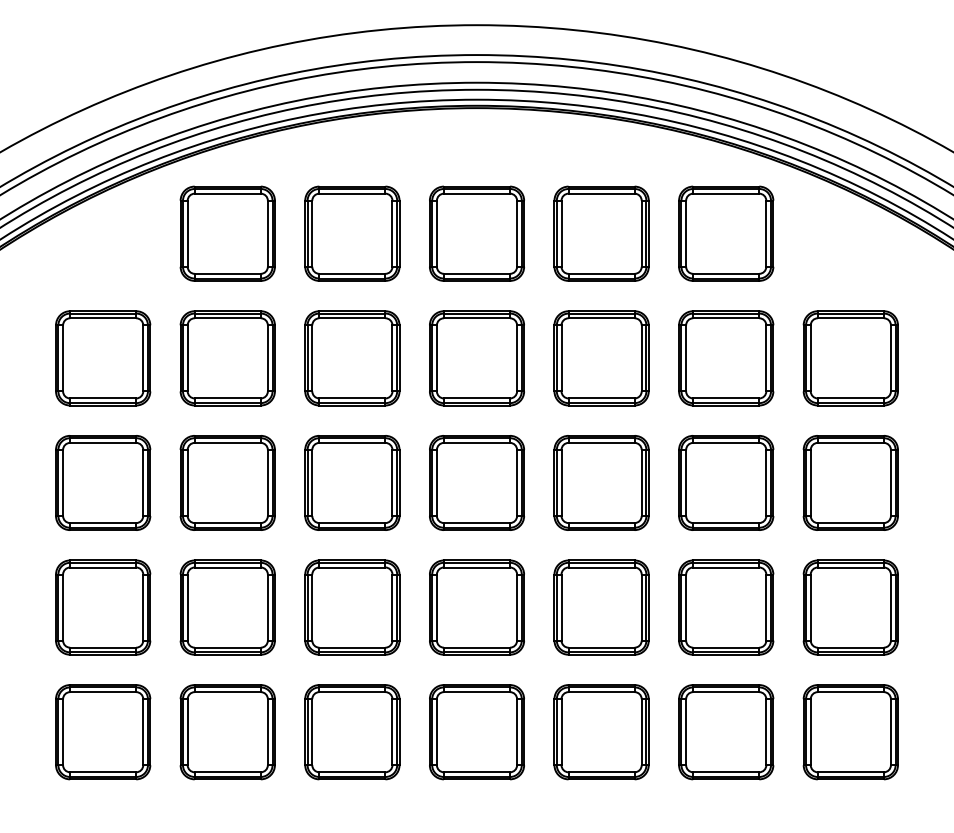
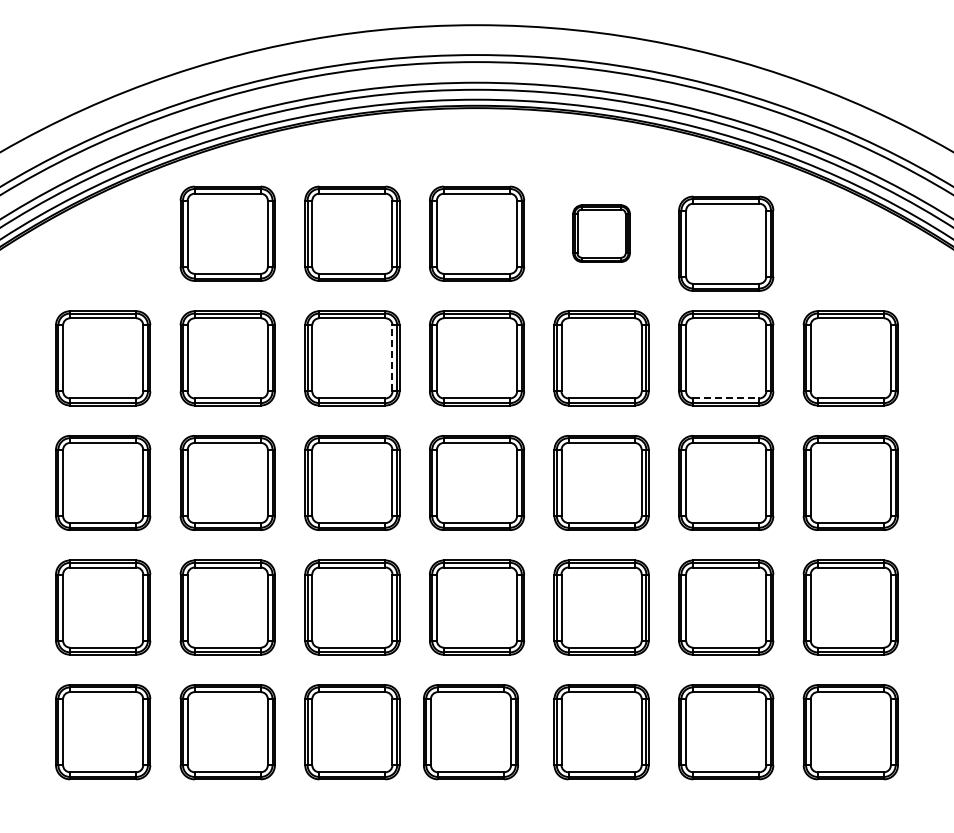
part at (601, 233) size: 97x97 px -> 59x59 px
part at (726, 233) position: (726, 233) -> (726, 243)
line at (392, 357): solid -> dashed
line at (726, 398): solid -> dashed
part at (476, 732) position: (476, 732) -> (470, 732)
